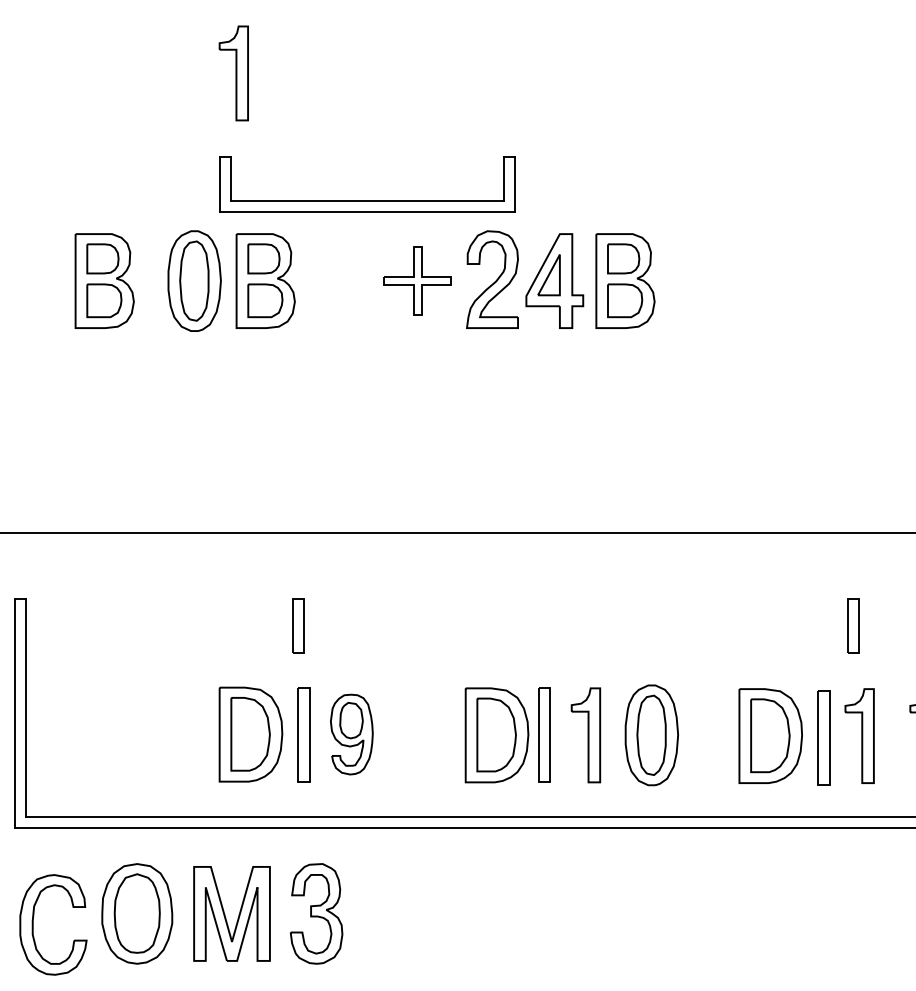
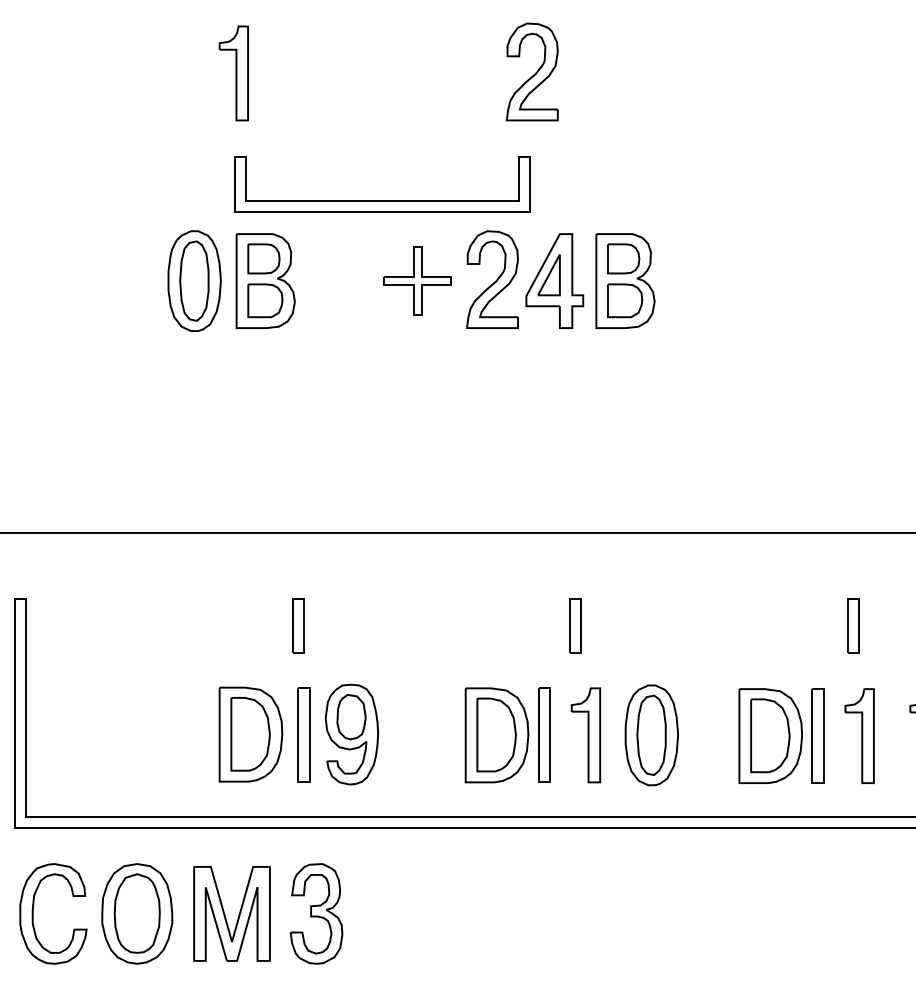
part at (531, 71): none -> present
part at (367, 200) position: (367, 200) -> (382, 200)
part at (104, 280): present -> none
part at (575, 625): none -> present
part at (351, 734) size: 44x83 px -> 55x103 px
part at (823, 737) position: (823, 737) -> (817, 735)
part at (33, 924) position: (33, 924) -> (33, 913)
